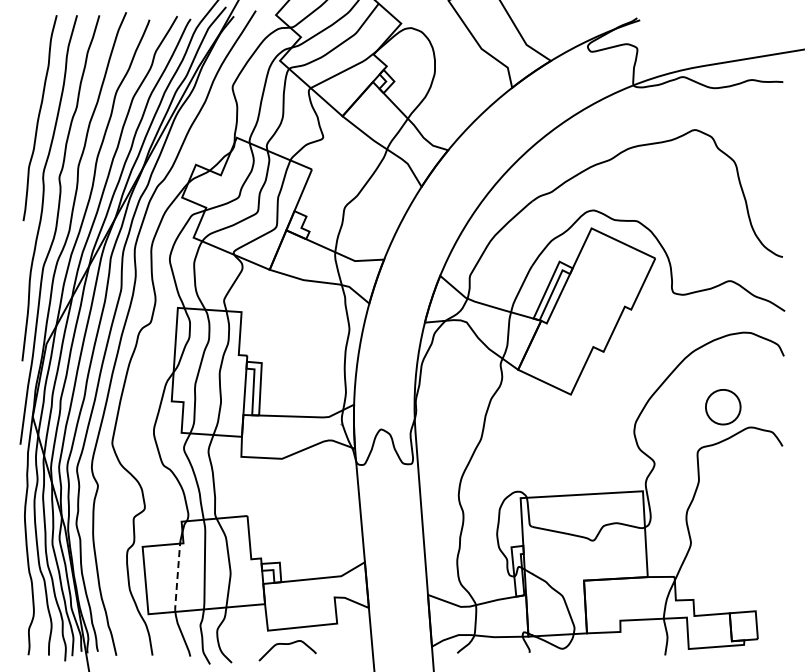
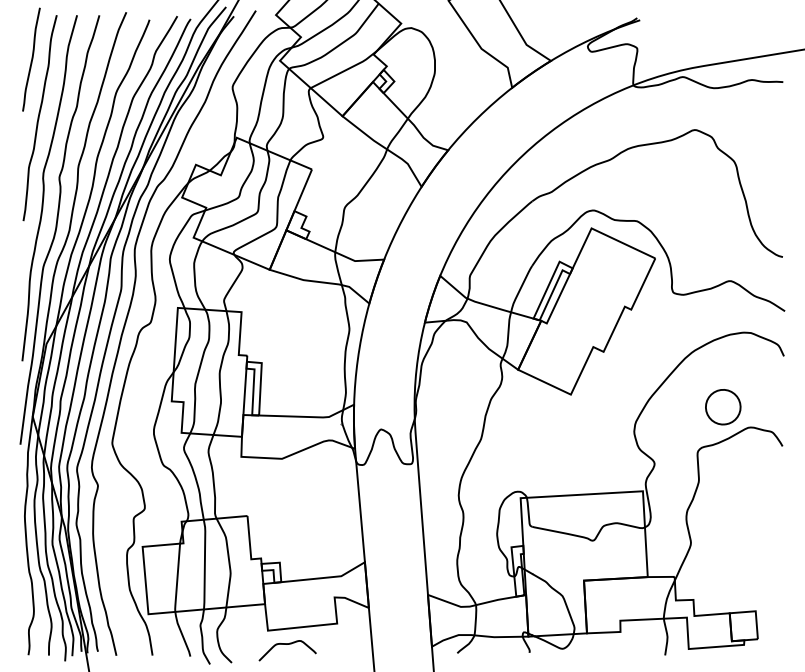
curve at (31, 59): none -> present
line at (177, 579): dashed -> solid
